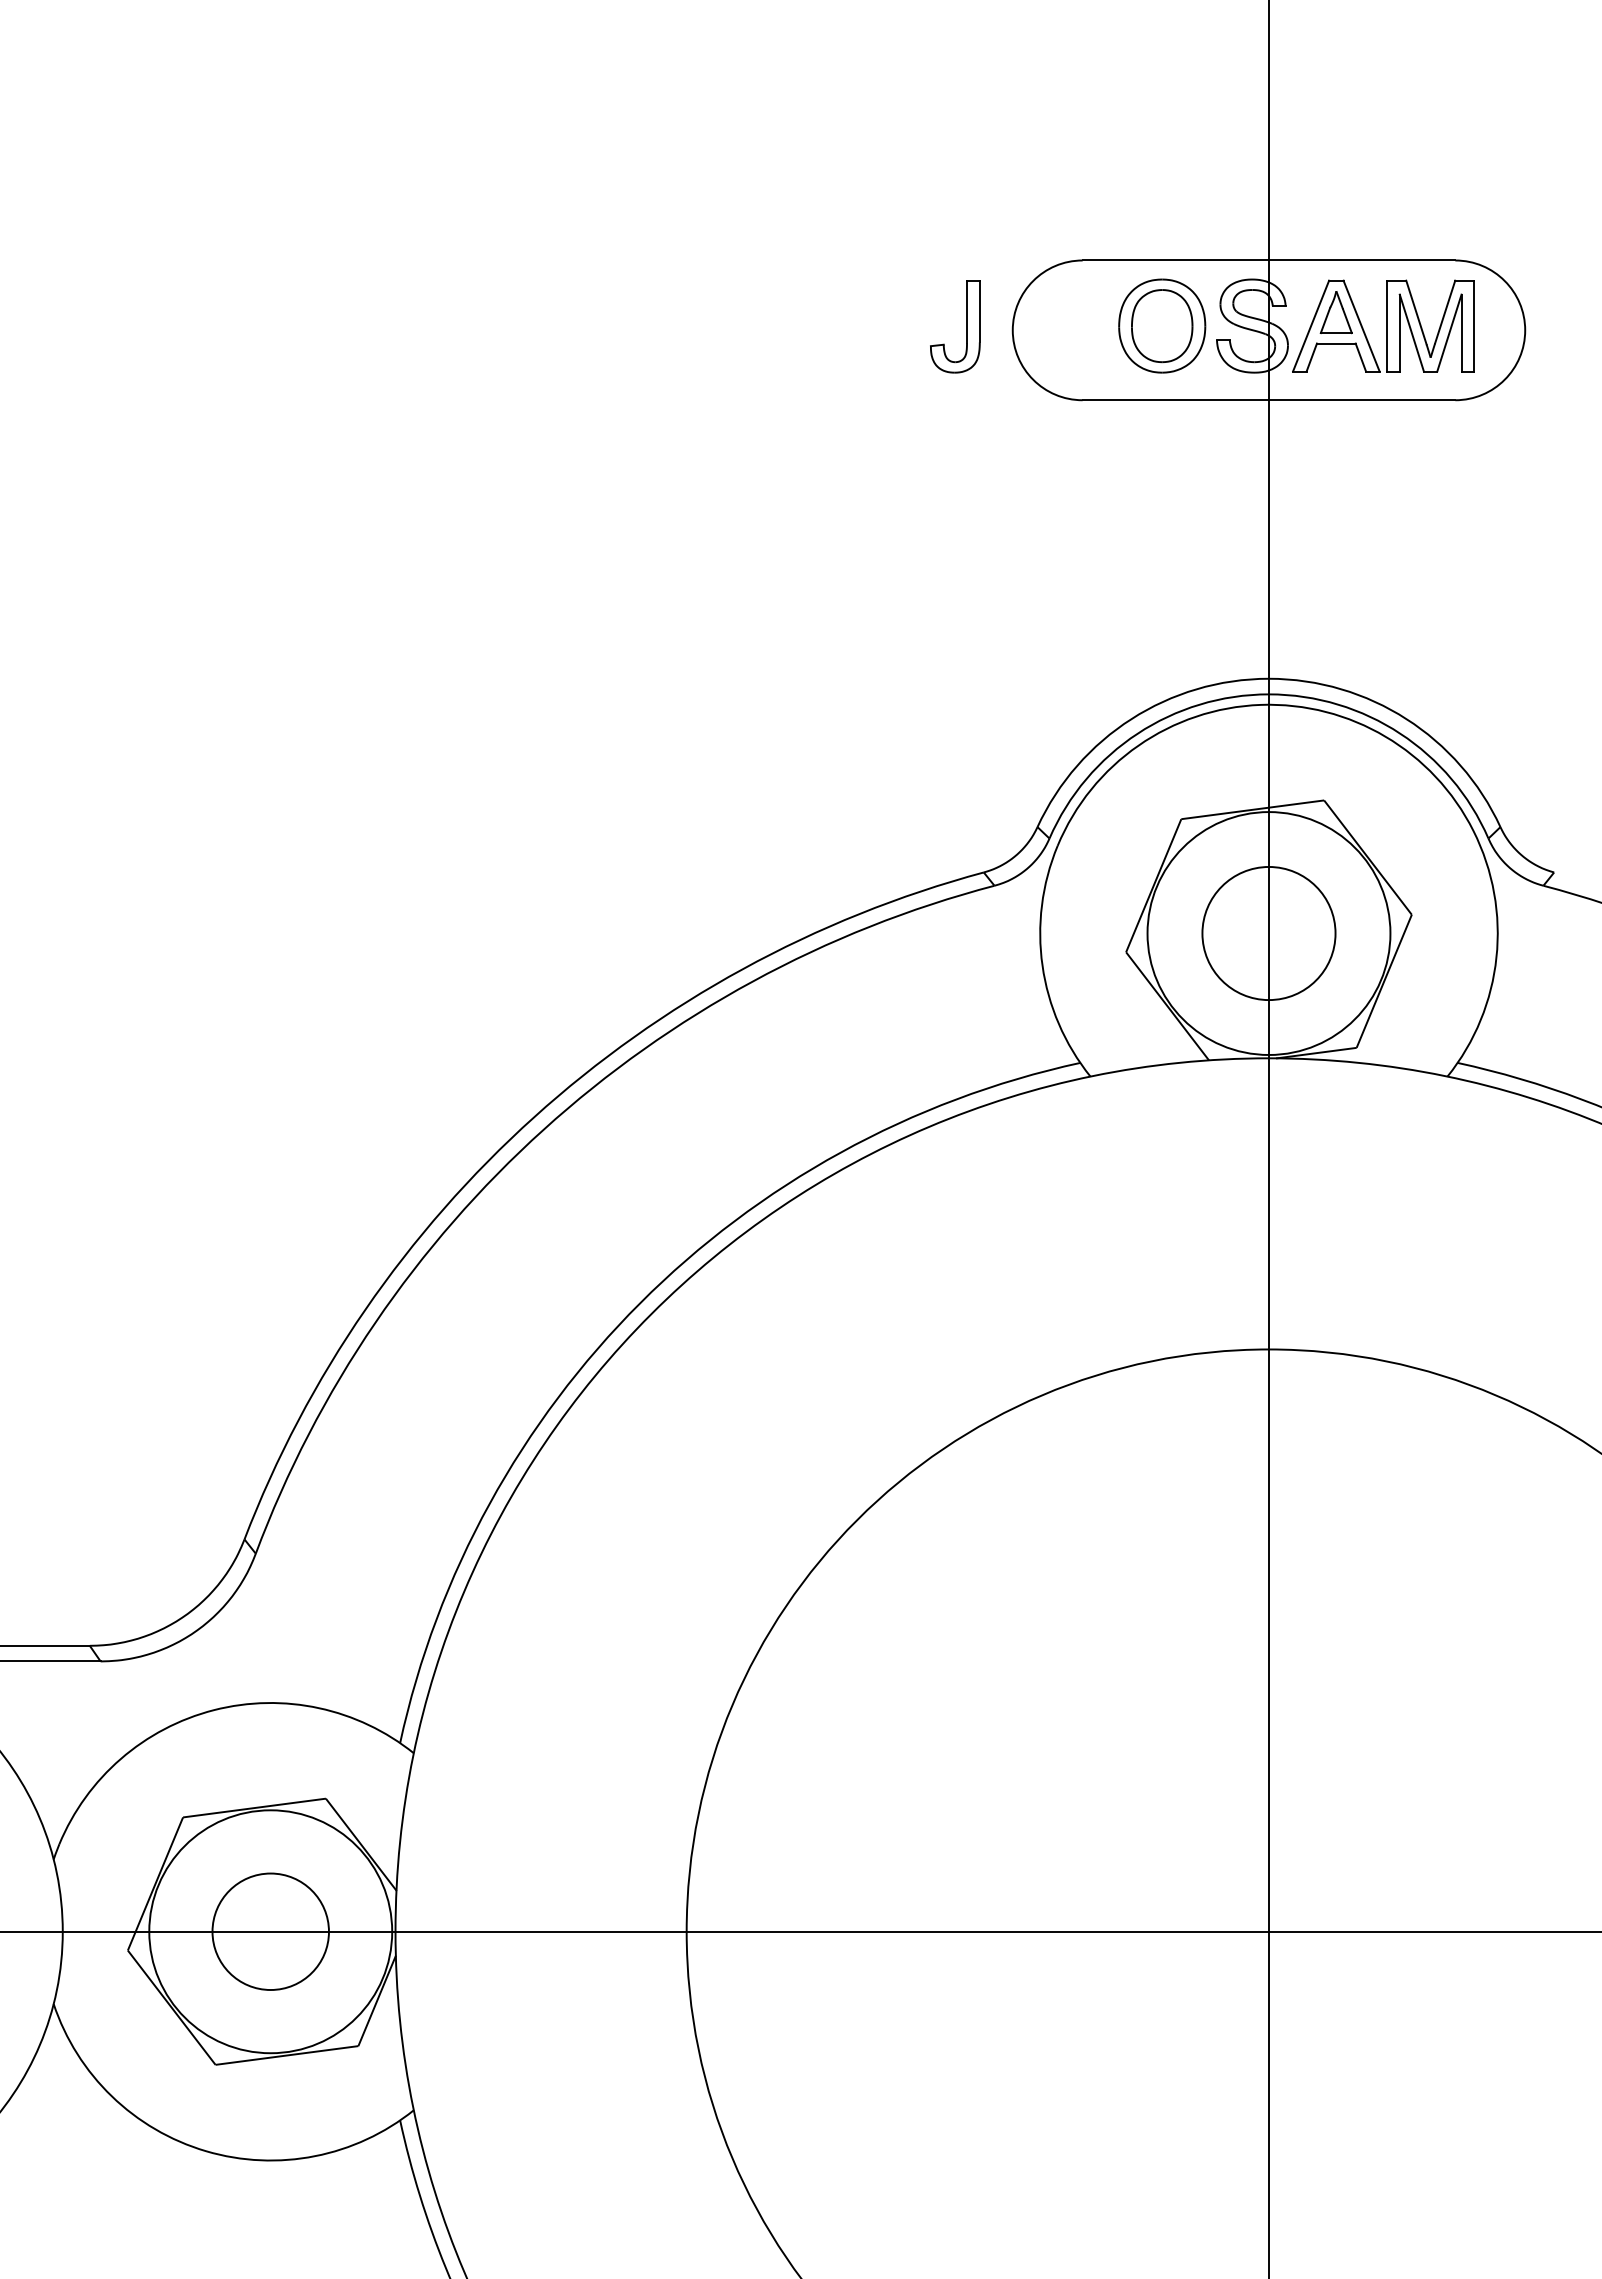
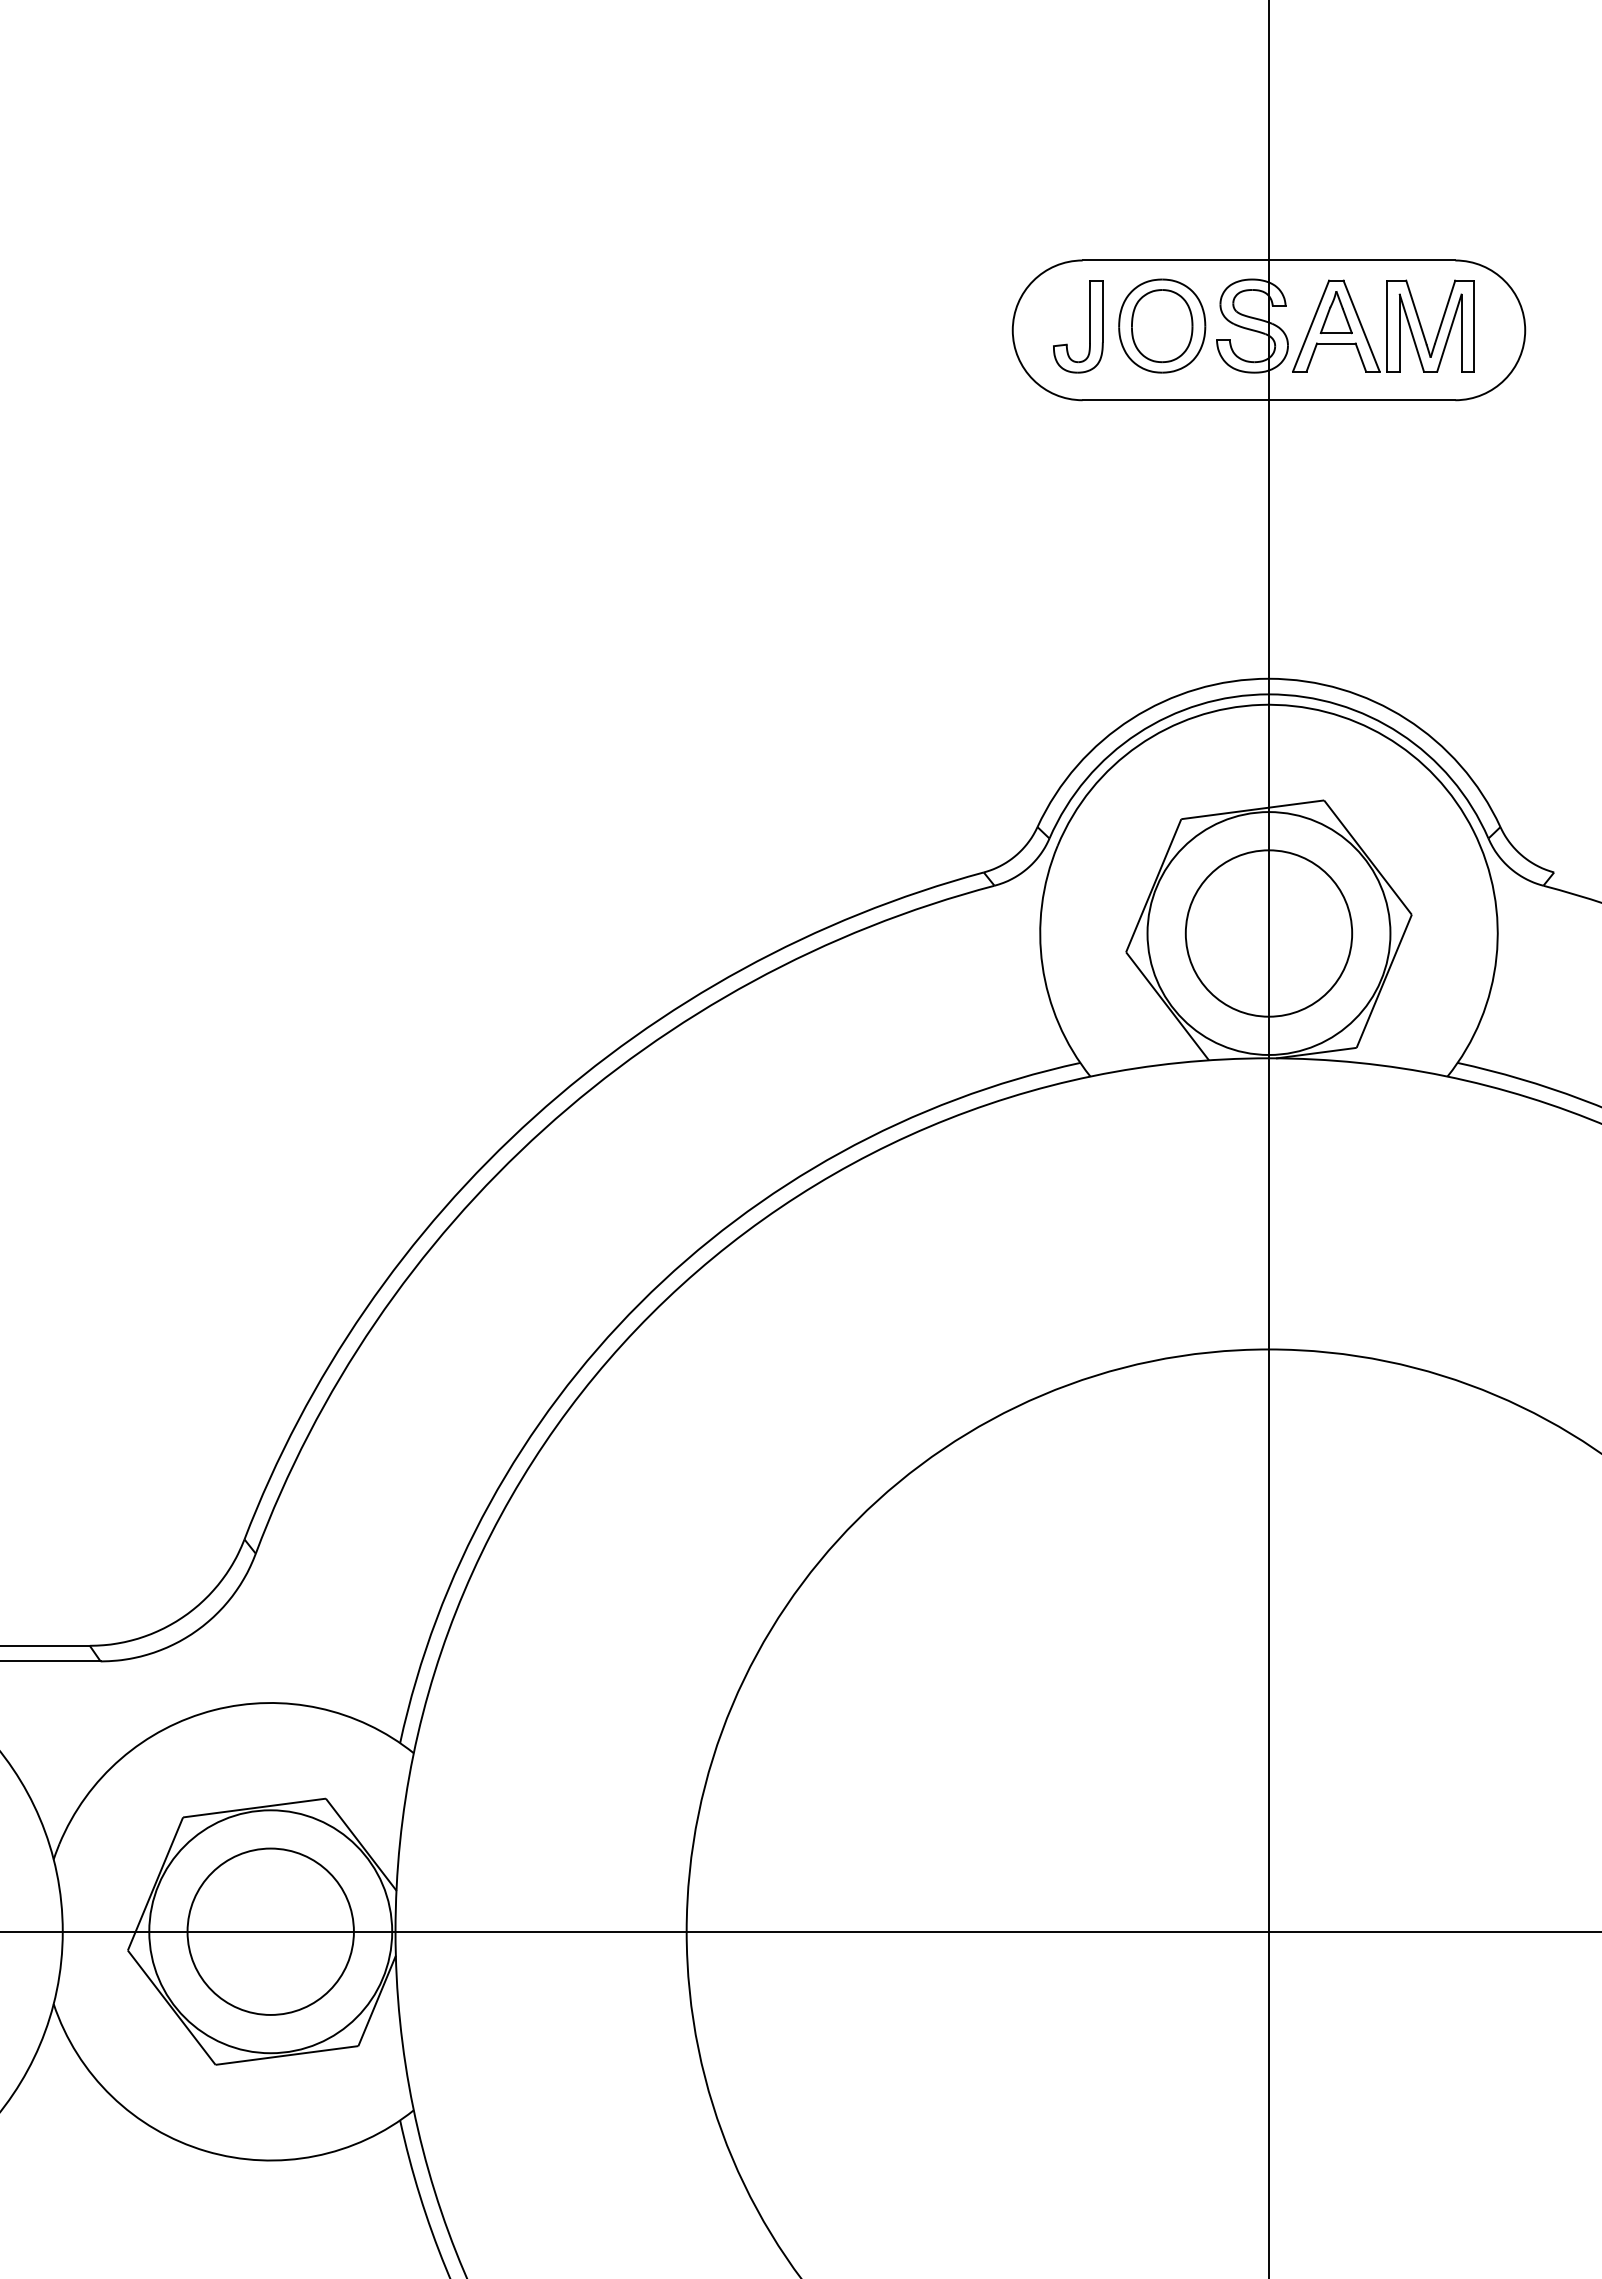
part at (966, 326) position: (966, 326) -> (1089, 326)
circle at (1268, 933) diameter: 133 px -> 166 px
circle at (270, 1931) diameter: 116 px -> 166 px
